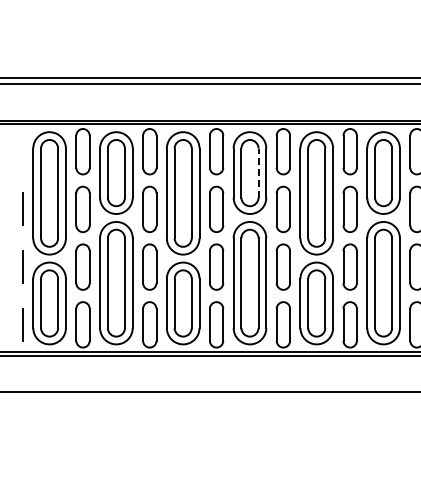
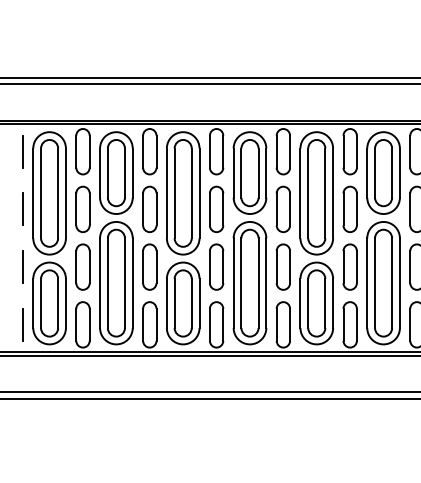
line at (22, 151): none -> present
line at (258, 173): dashed -> solid
line at (209, 398): none -> present
